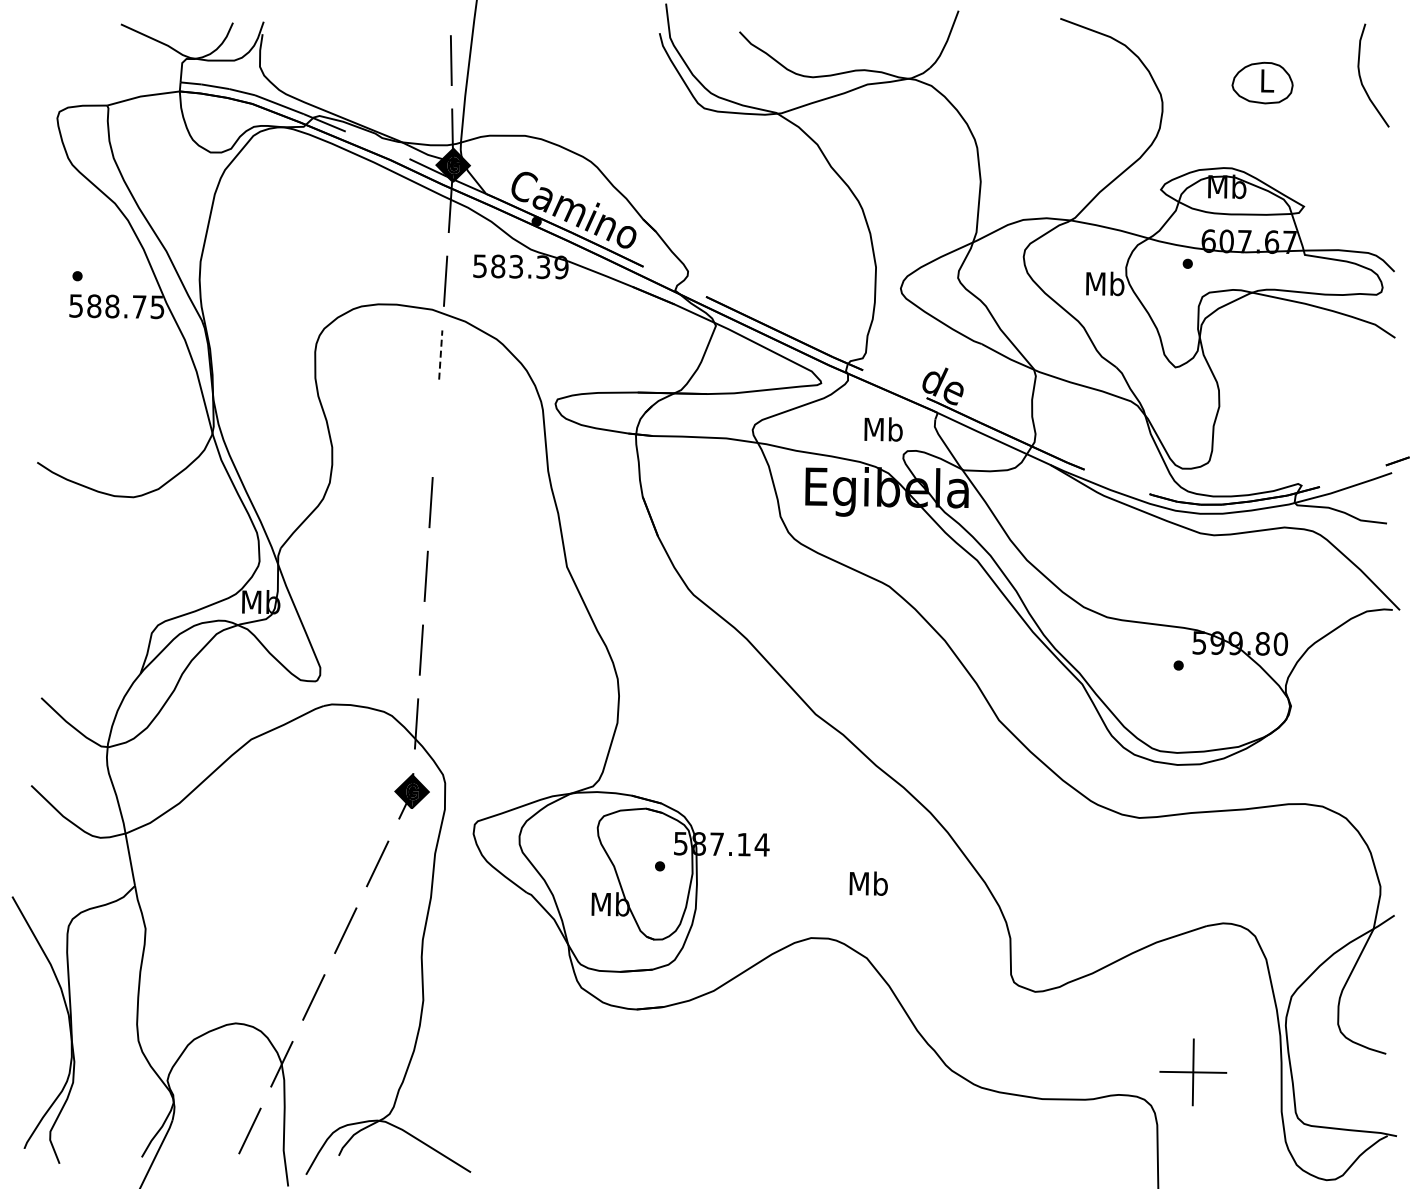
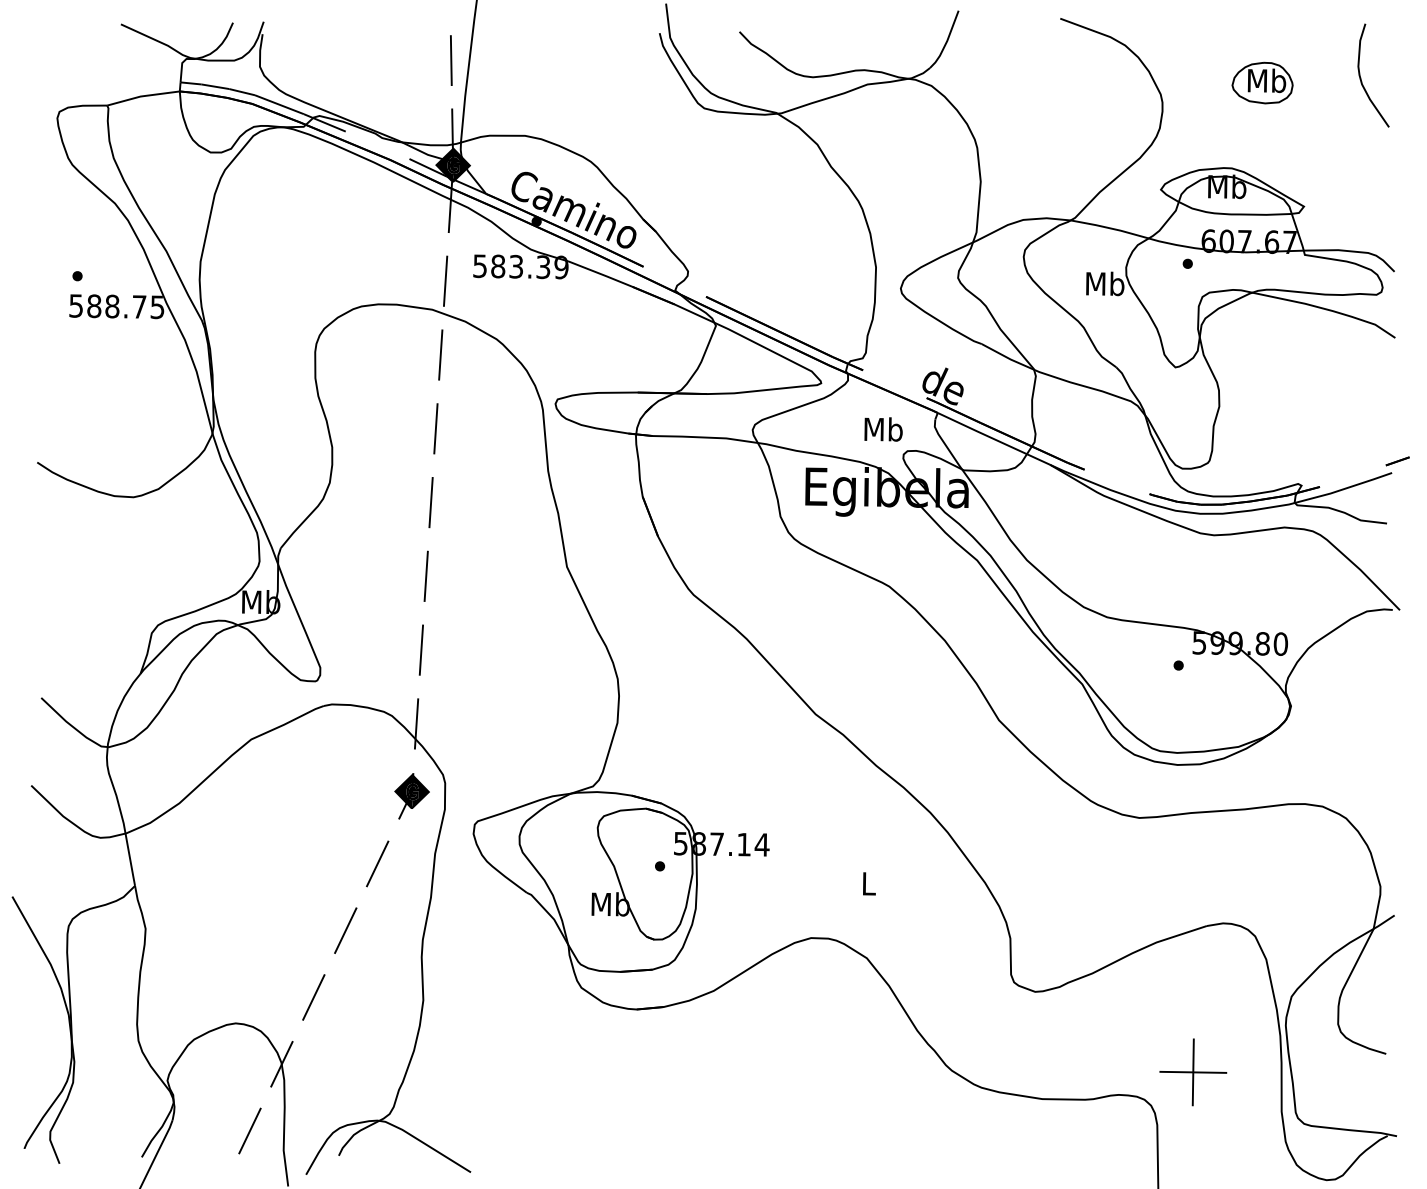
text at (1266, 80): L -> Mb
line at (440, 355): dashed -> solid
line at (435, 428): none -> present
text at (868, 883): Mb -> L
